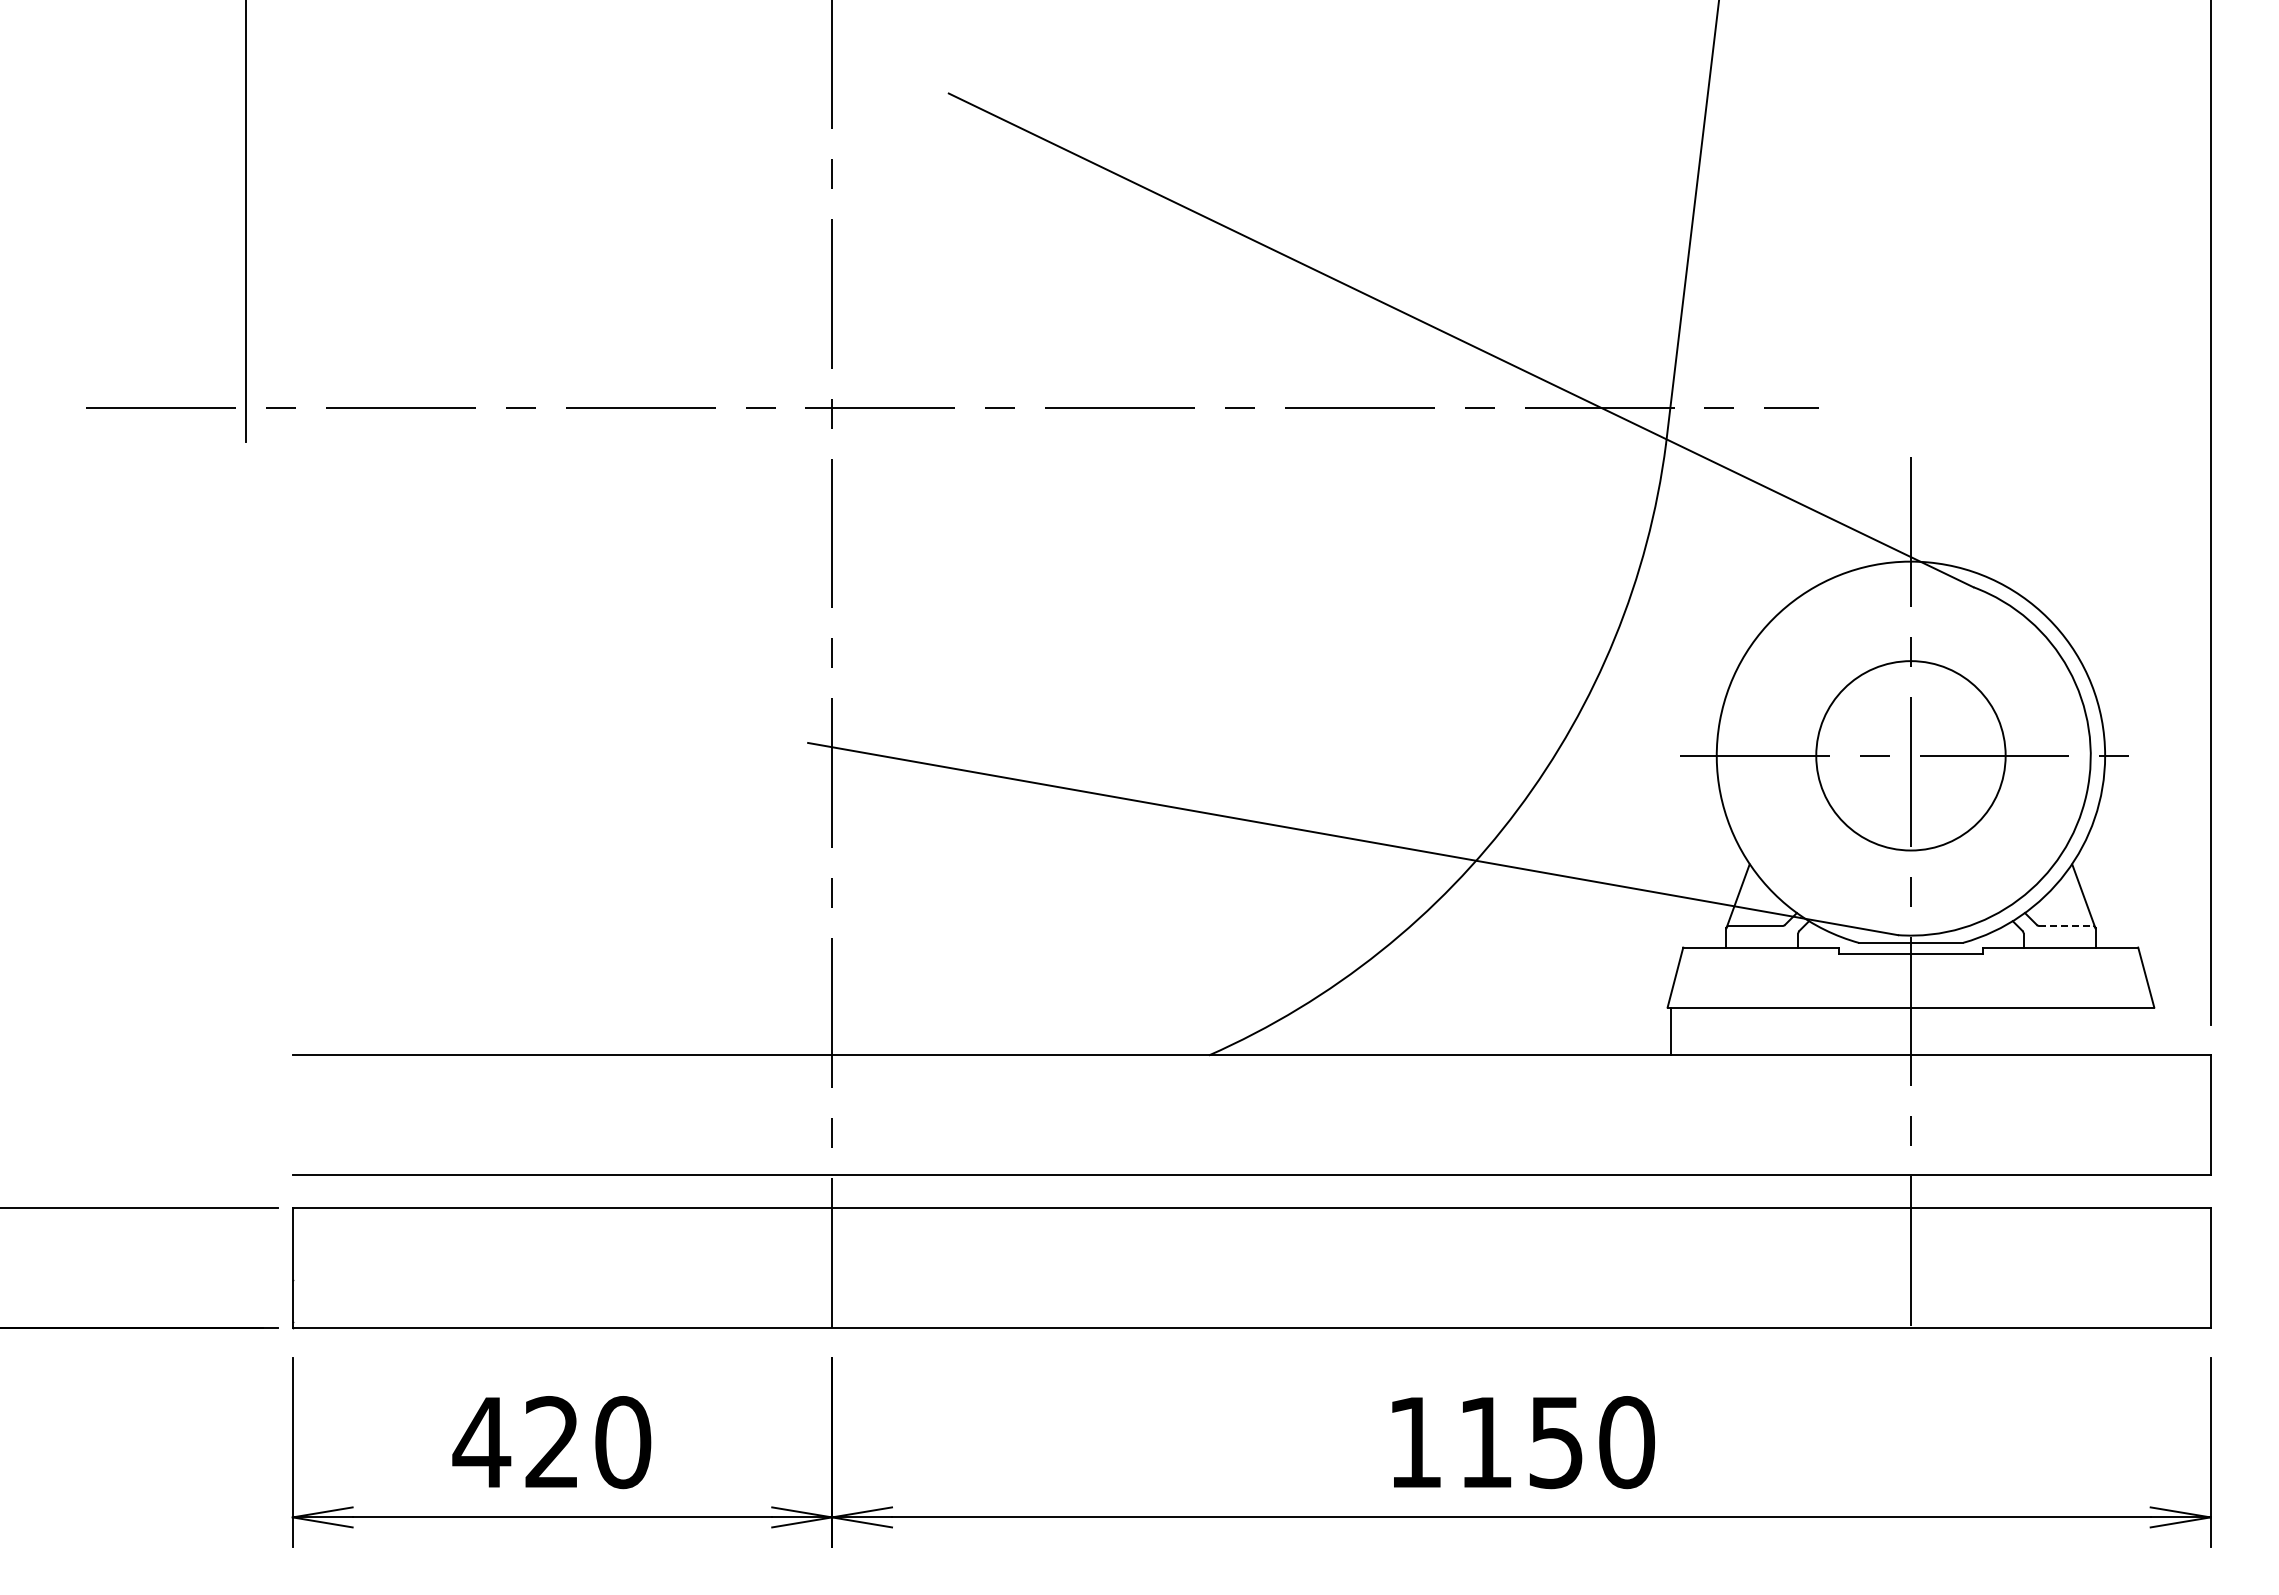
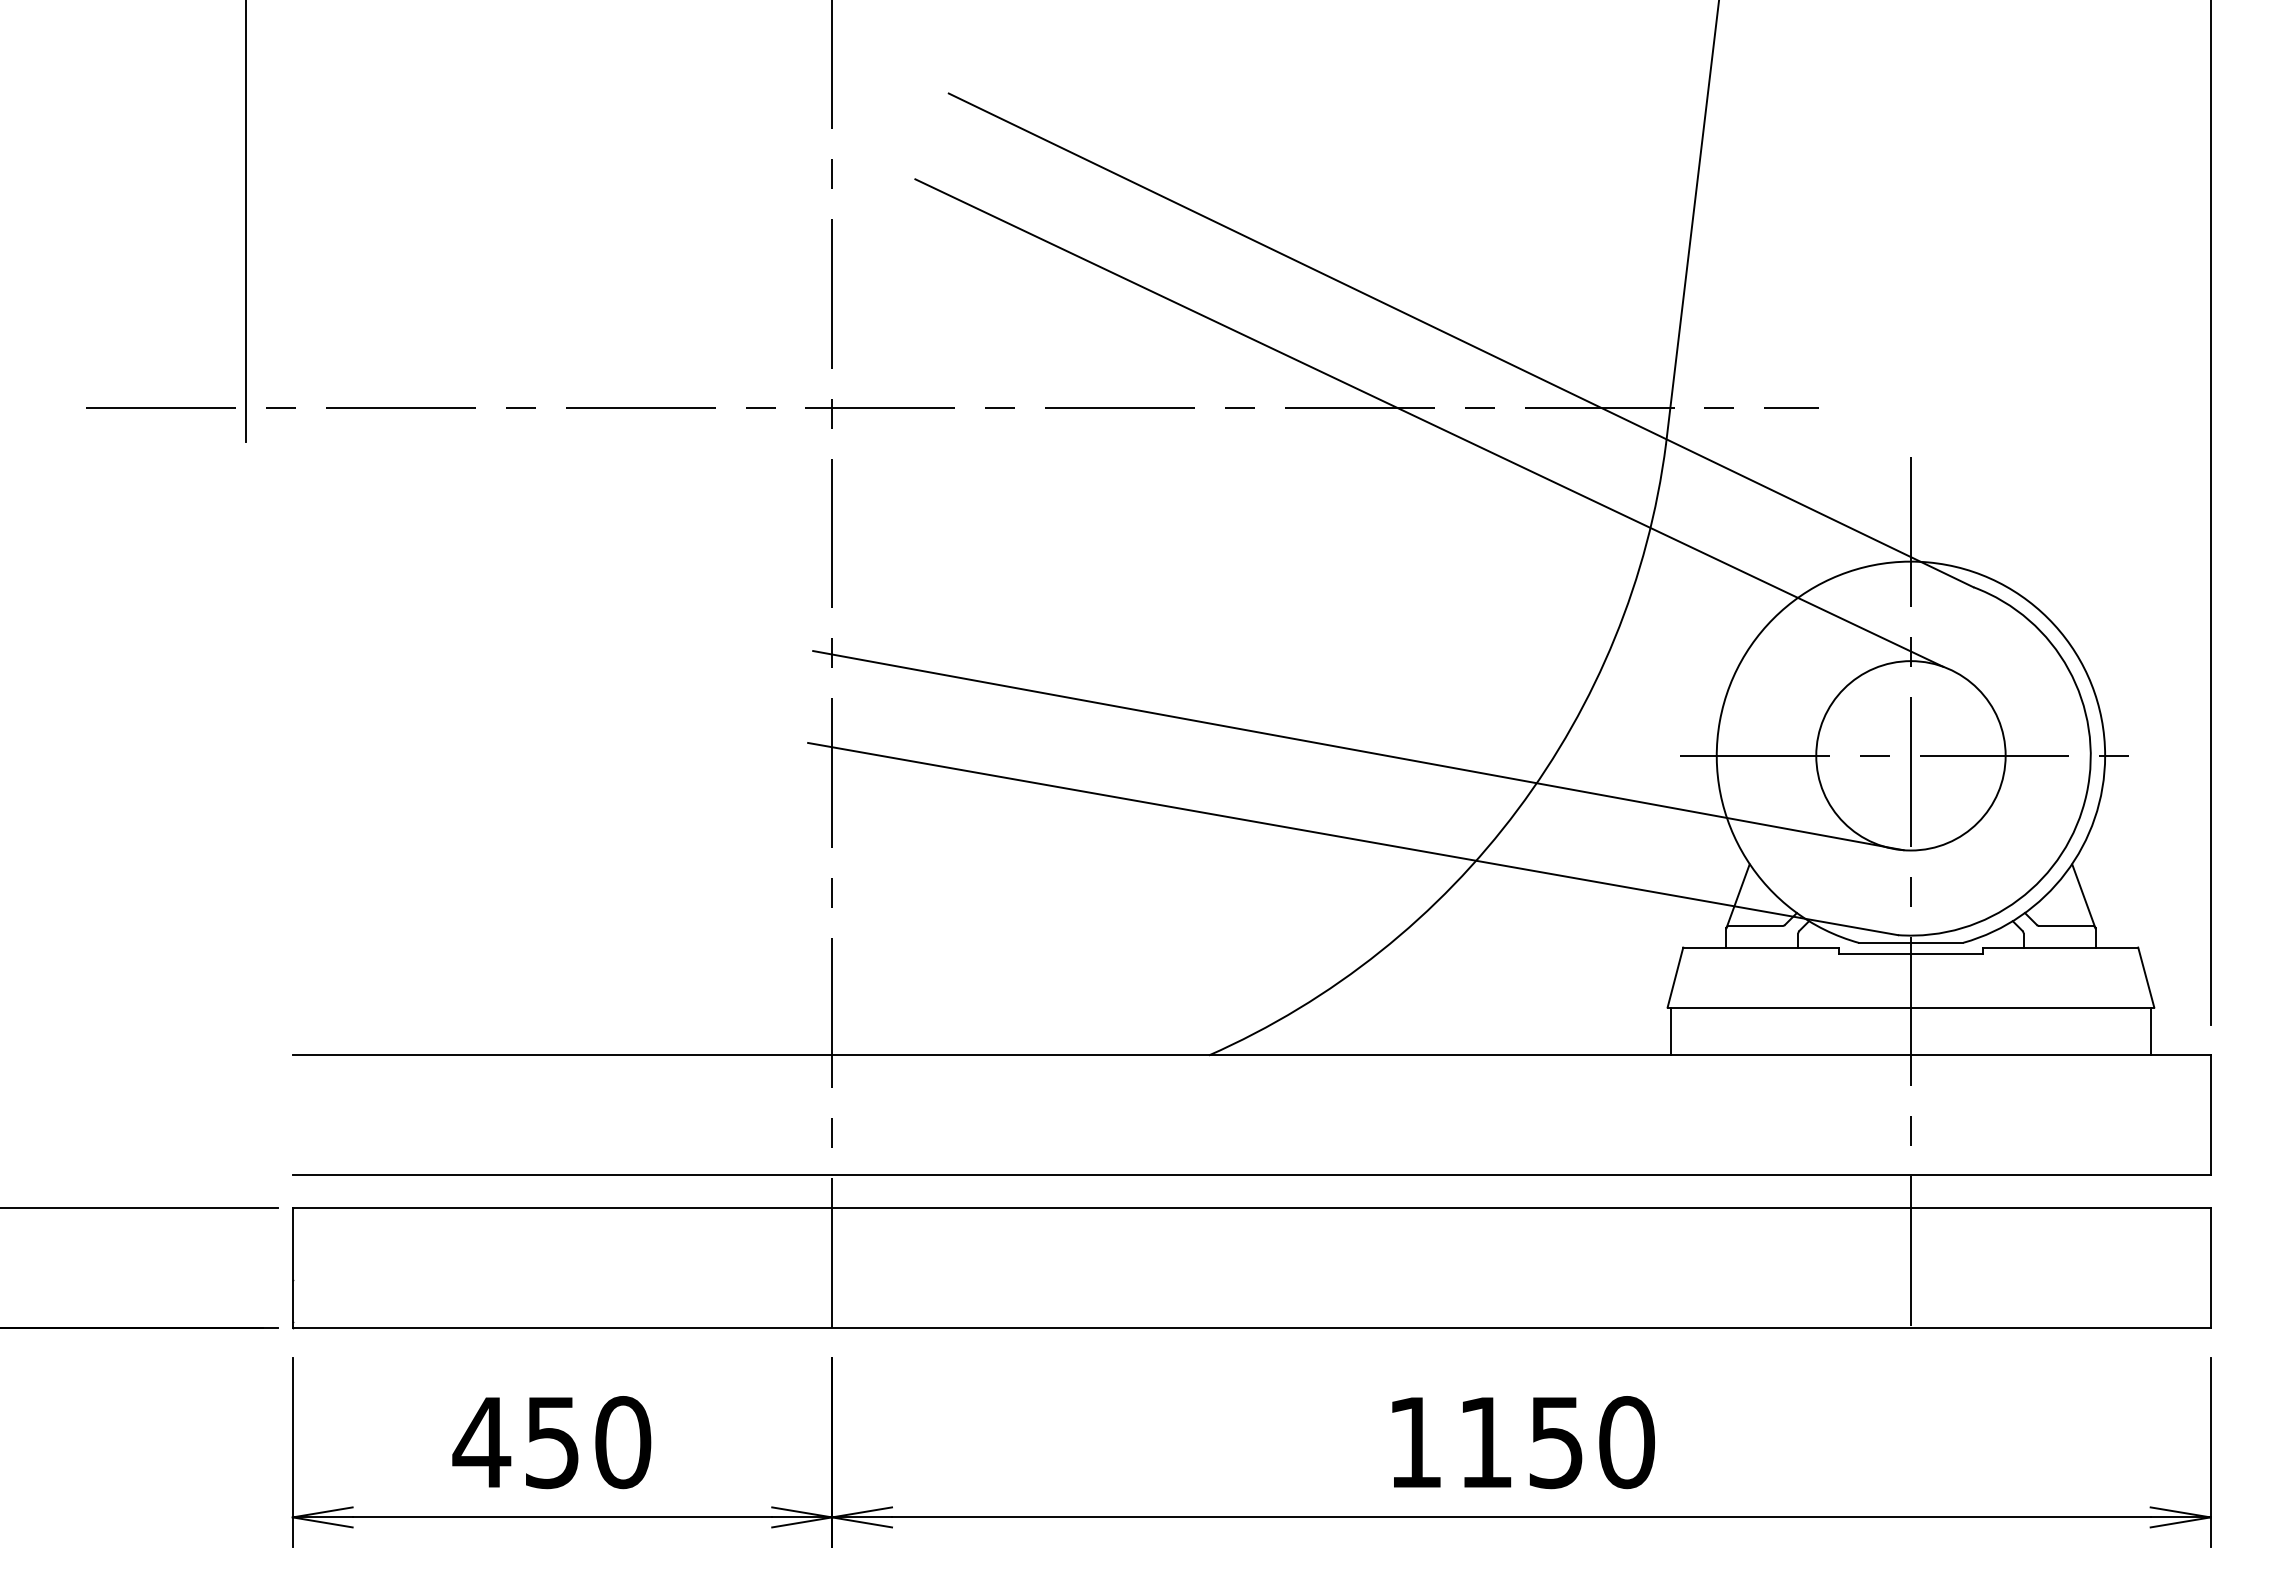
line at (1429, 422): none -> present
line at (1358, 750): none -> present
line at (2066, 926): dashed -> solid
line at (2150, 1031): none -> present
text at (551, 1442): 420 -> 450
